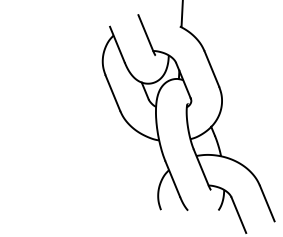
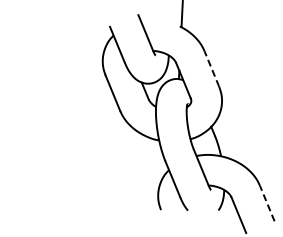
line at (211, 68): solid -> dashed
line at (267, 203): solid -> dashed
